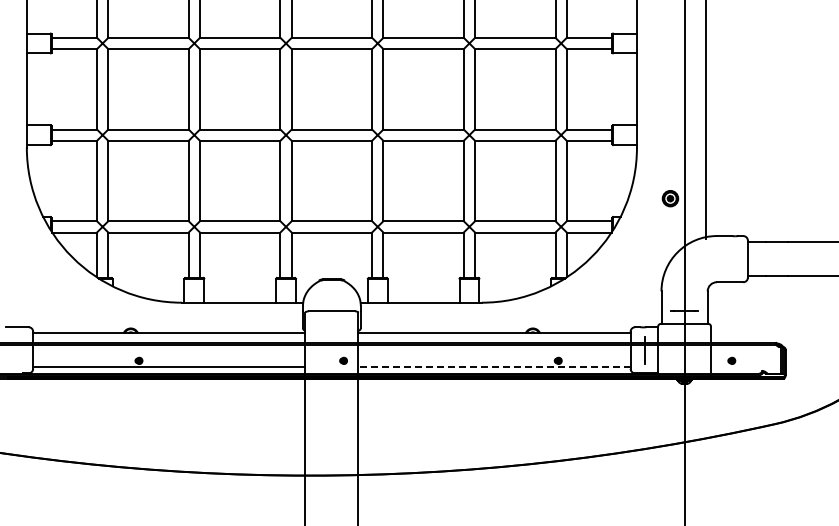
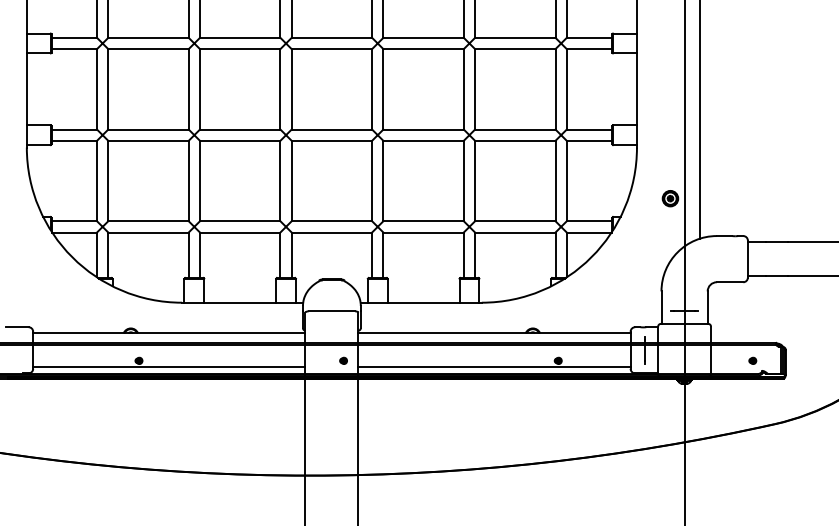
line at (706, 120) position: (706, 120) -> (700, 120)
part at (731, 360) position: (731, 360) -> (752, 360)
line at (494, 367): dashed -> solid
